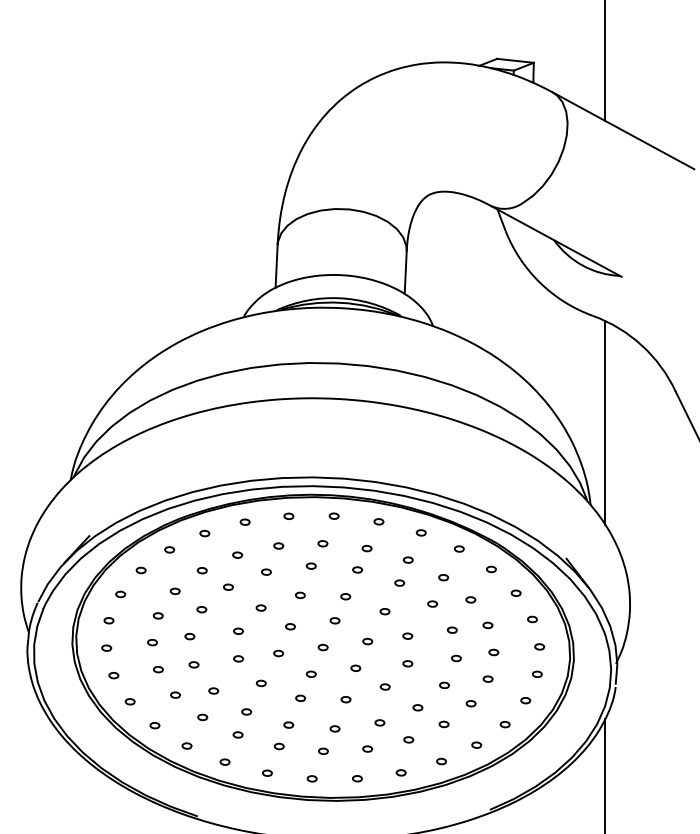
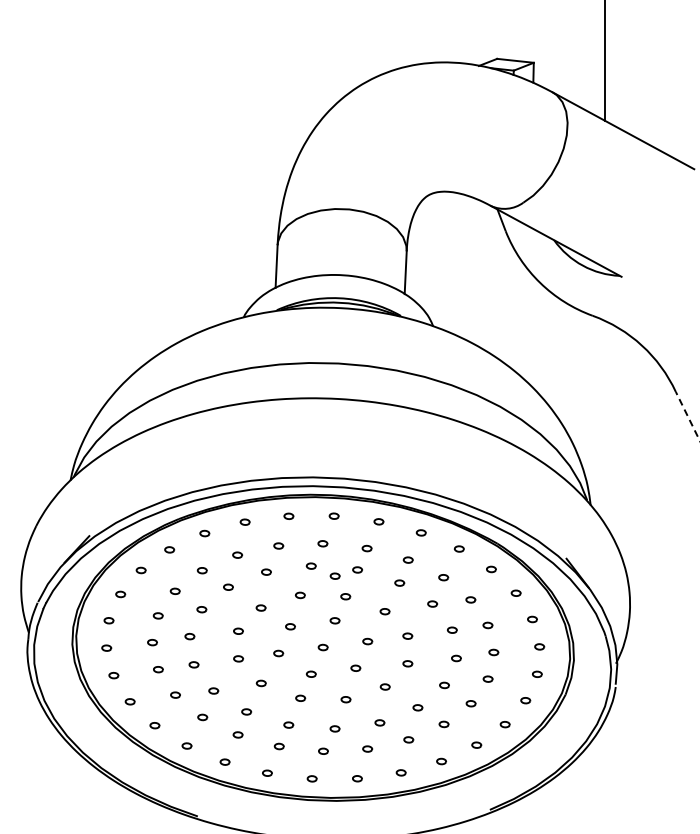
line at (687, 416): solid -> dashed
line at (605, 422): present -> none
part at (334, 575): none -> present
line at (605, 774): present -> none
